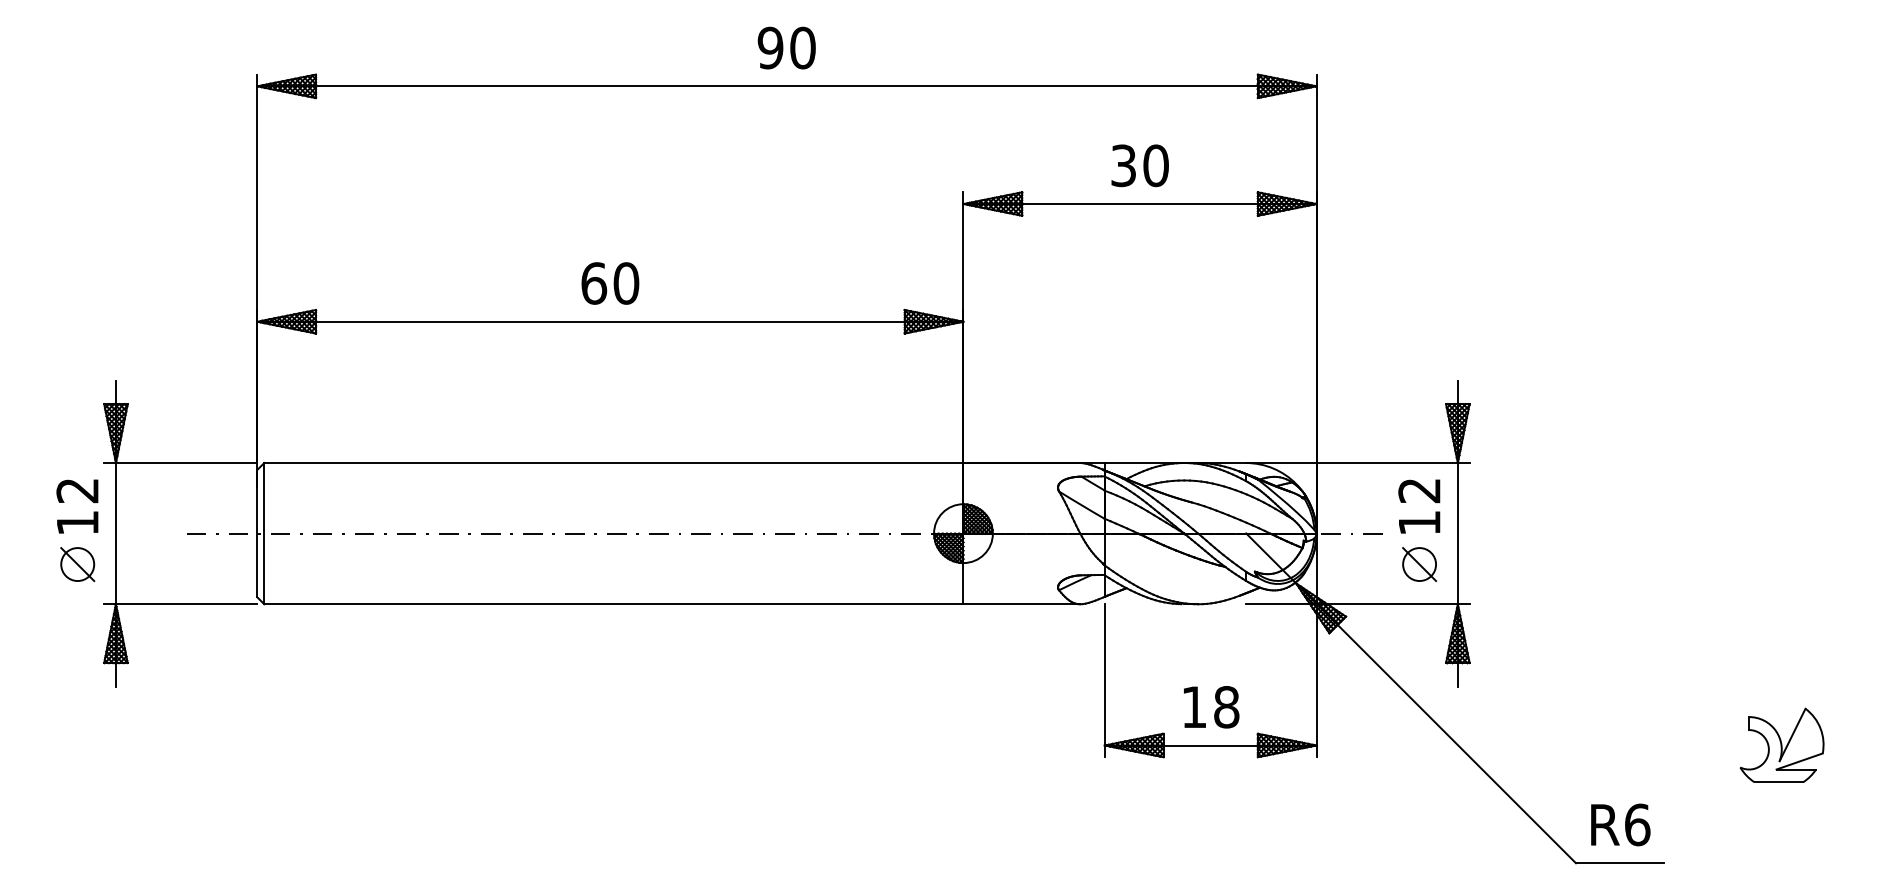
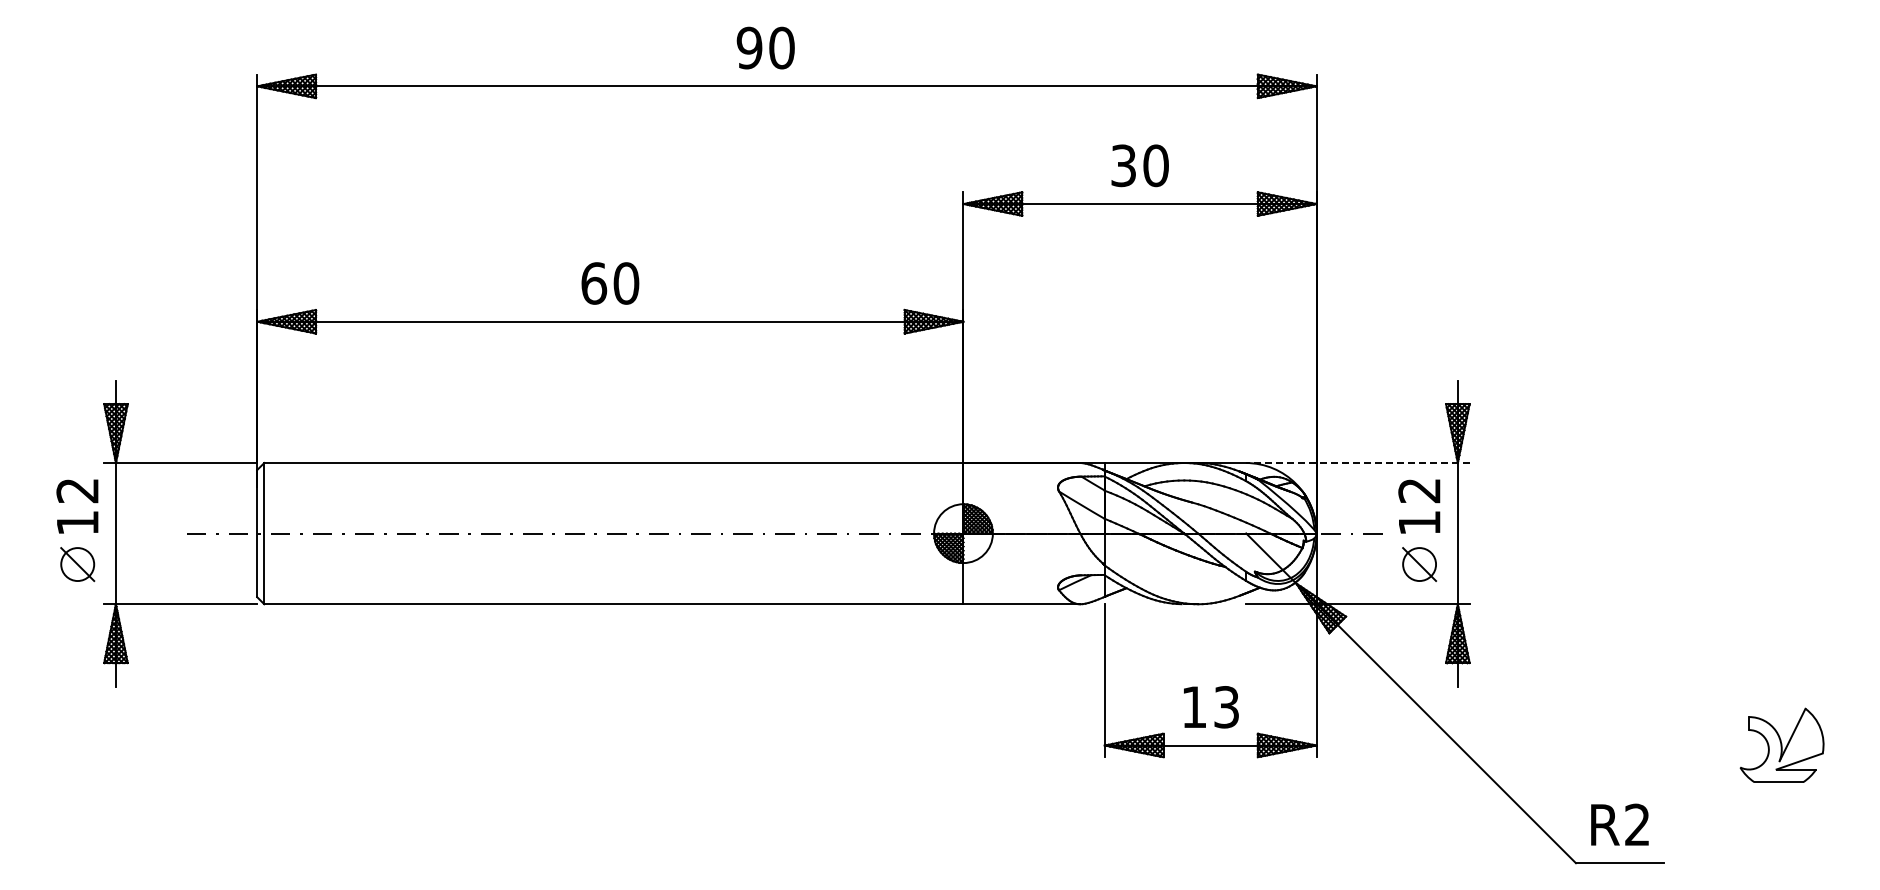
text at (786, 47) position: (786, 47) -> (765, 47)
line at (1357, 463): solid -> dashed
text at (1226, 707): 18 -> 13
text at (1637, 824): R6 -> R2
